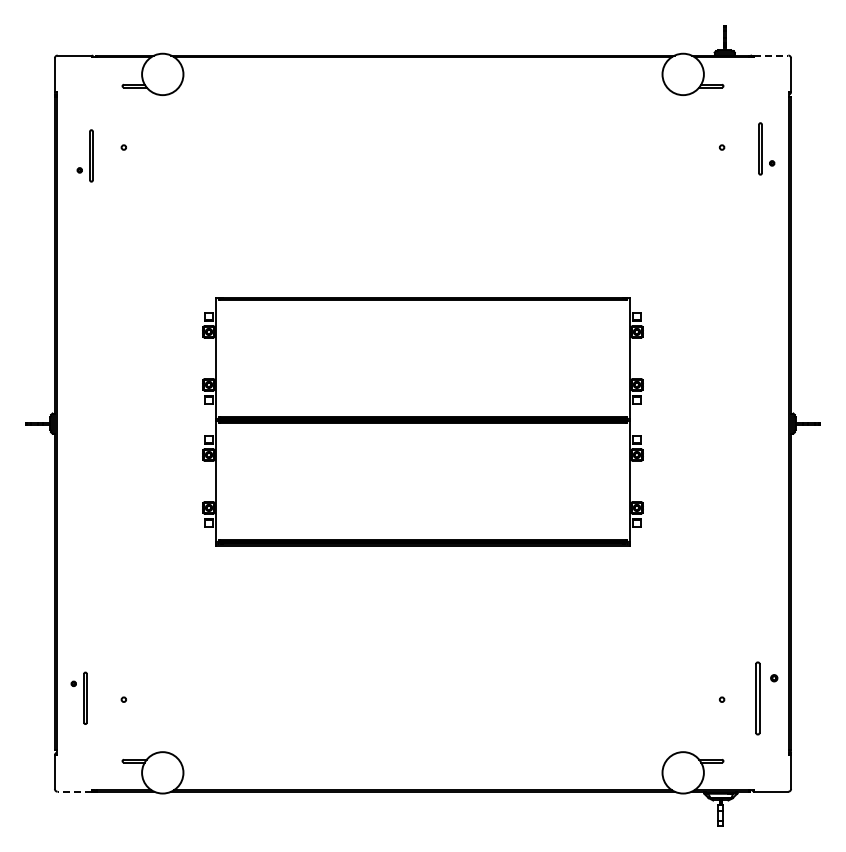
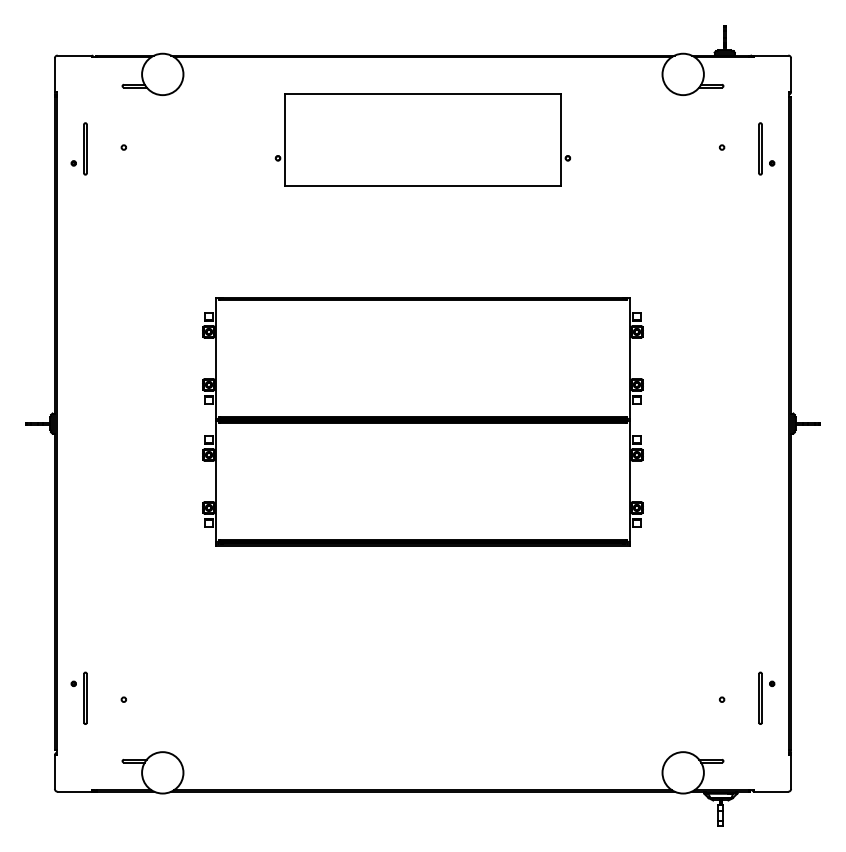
line at (771, 55): dashed -> solid
part at (422, 139): none -> present
part at (84, 155) position: (84, 155) -> (78, 148)
part at (766, 698) size: 24x75 px -> 18x54 px
line at (74, 791): dashed -> solid
